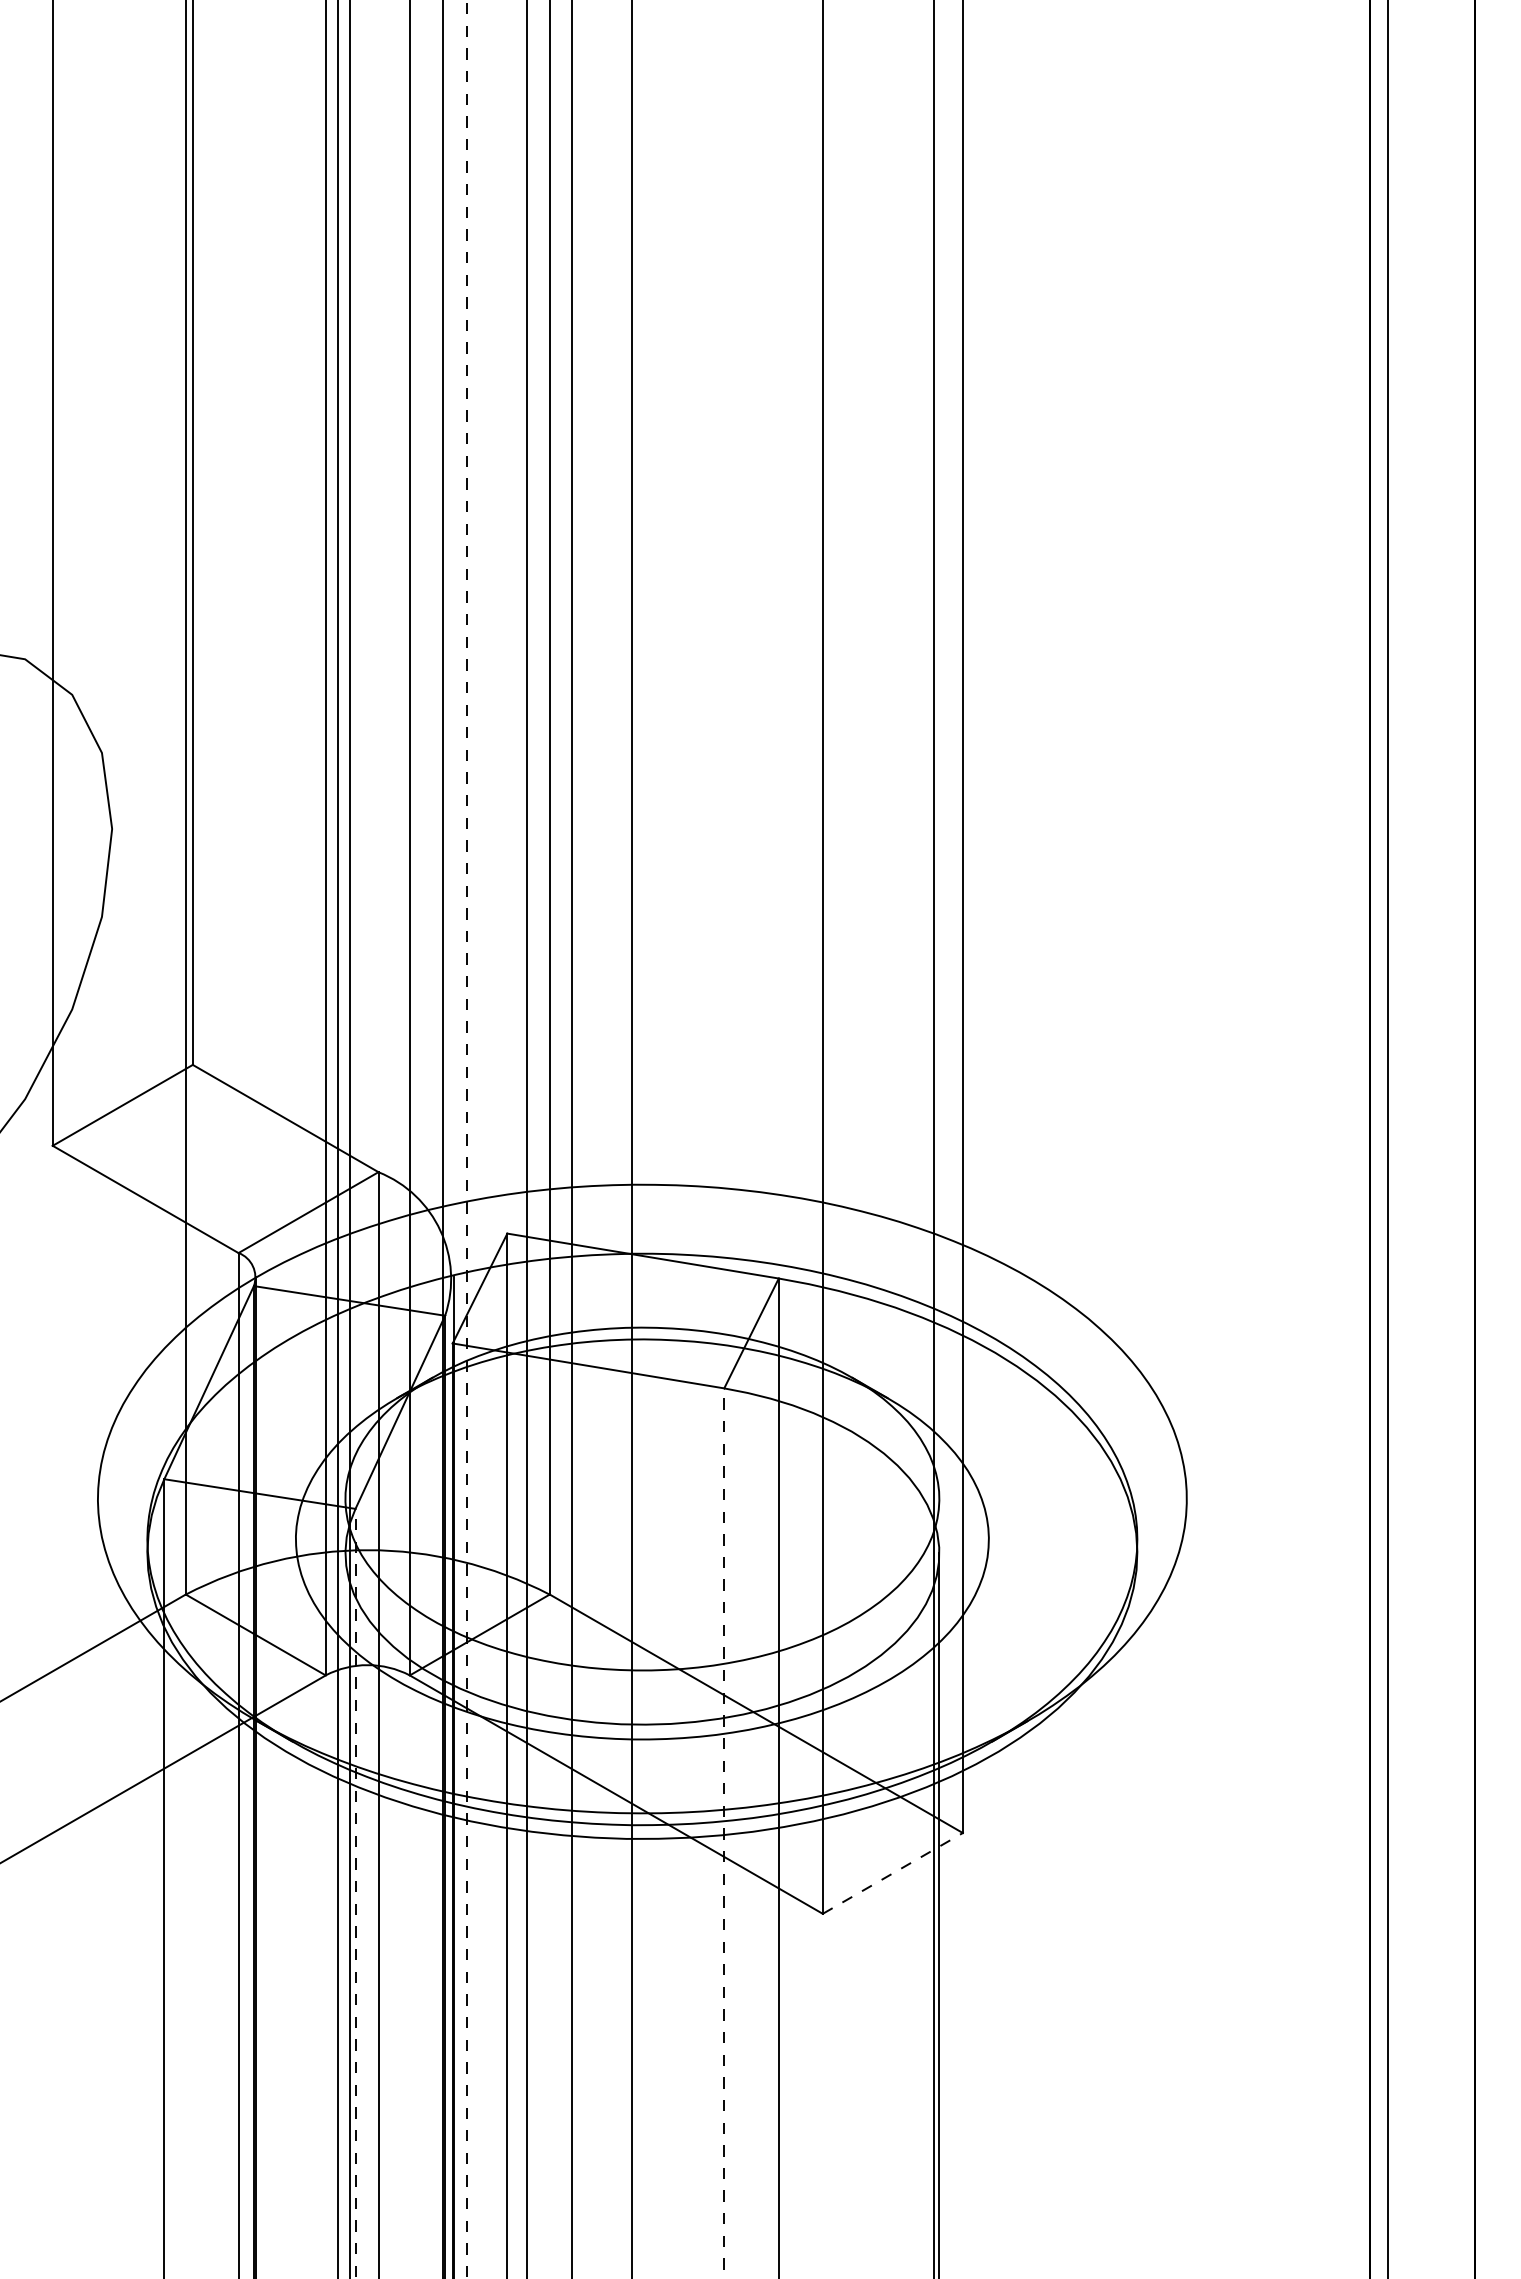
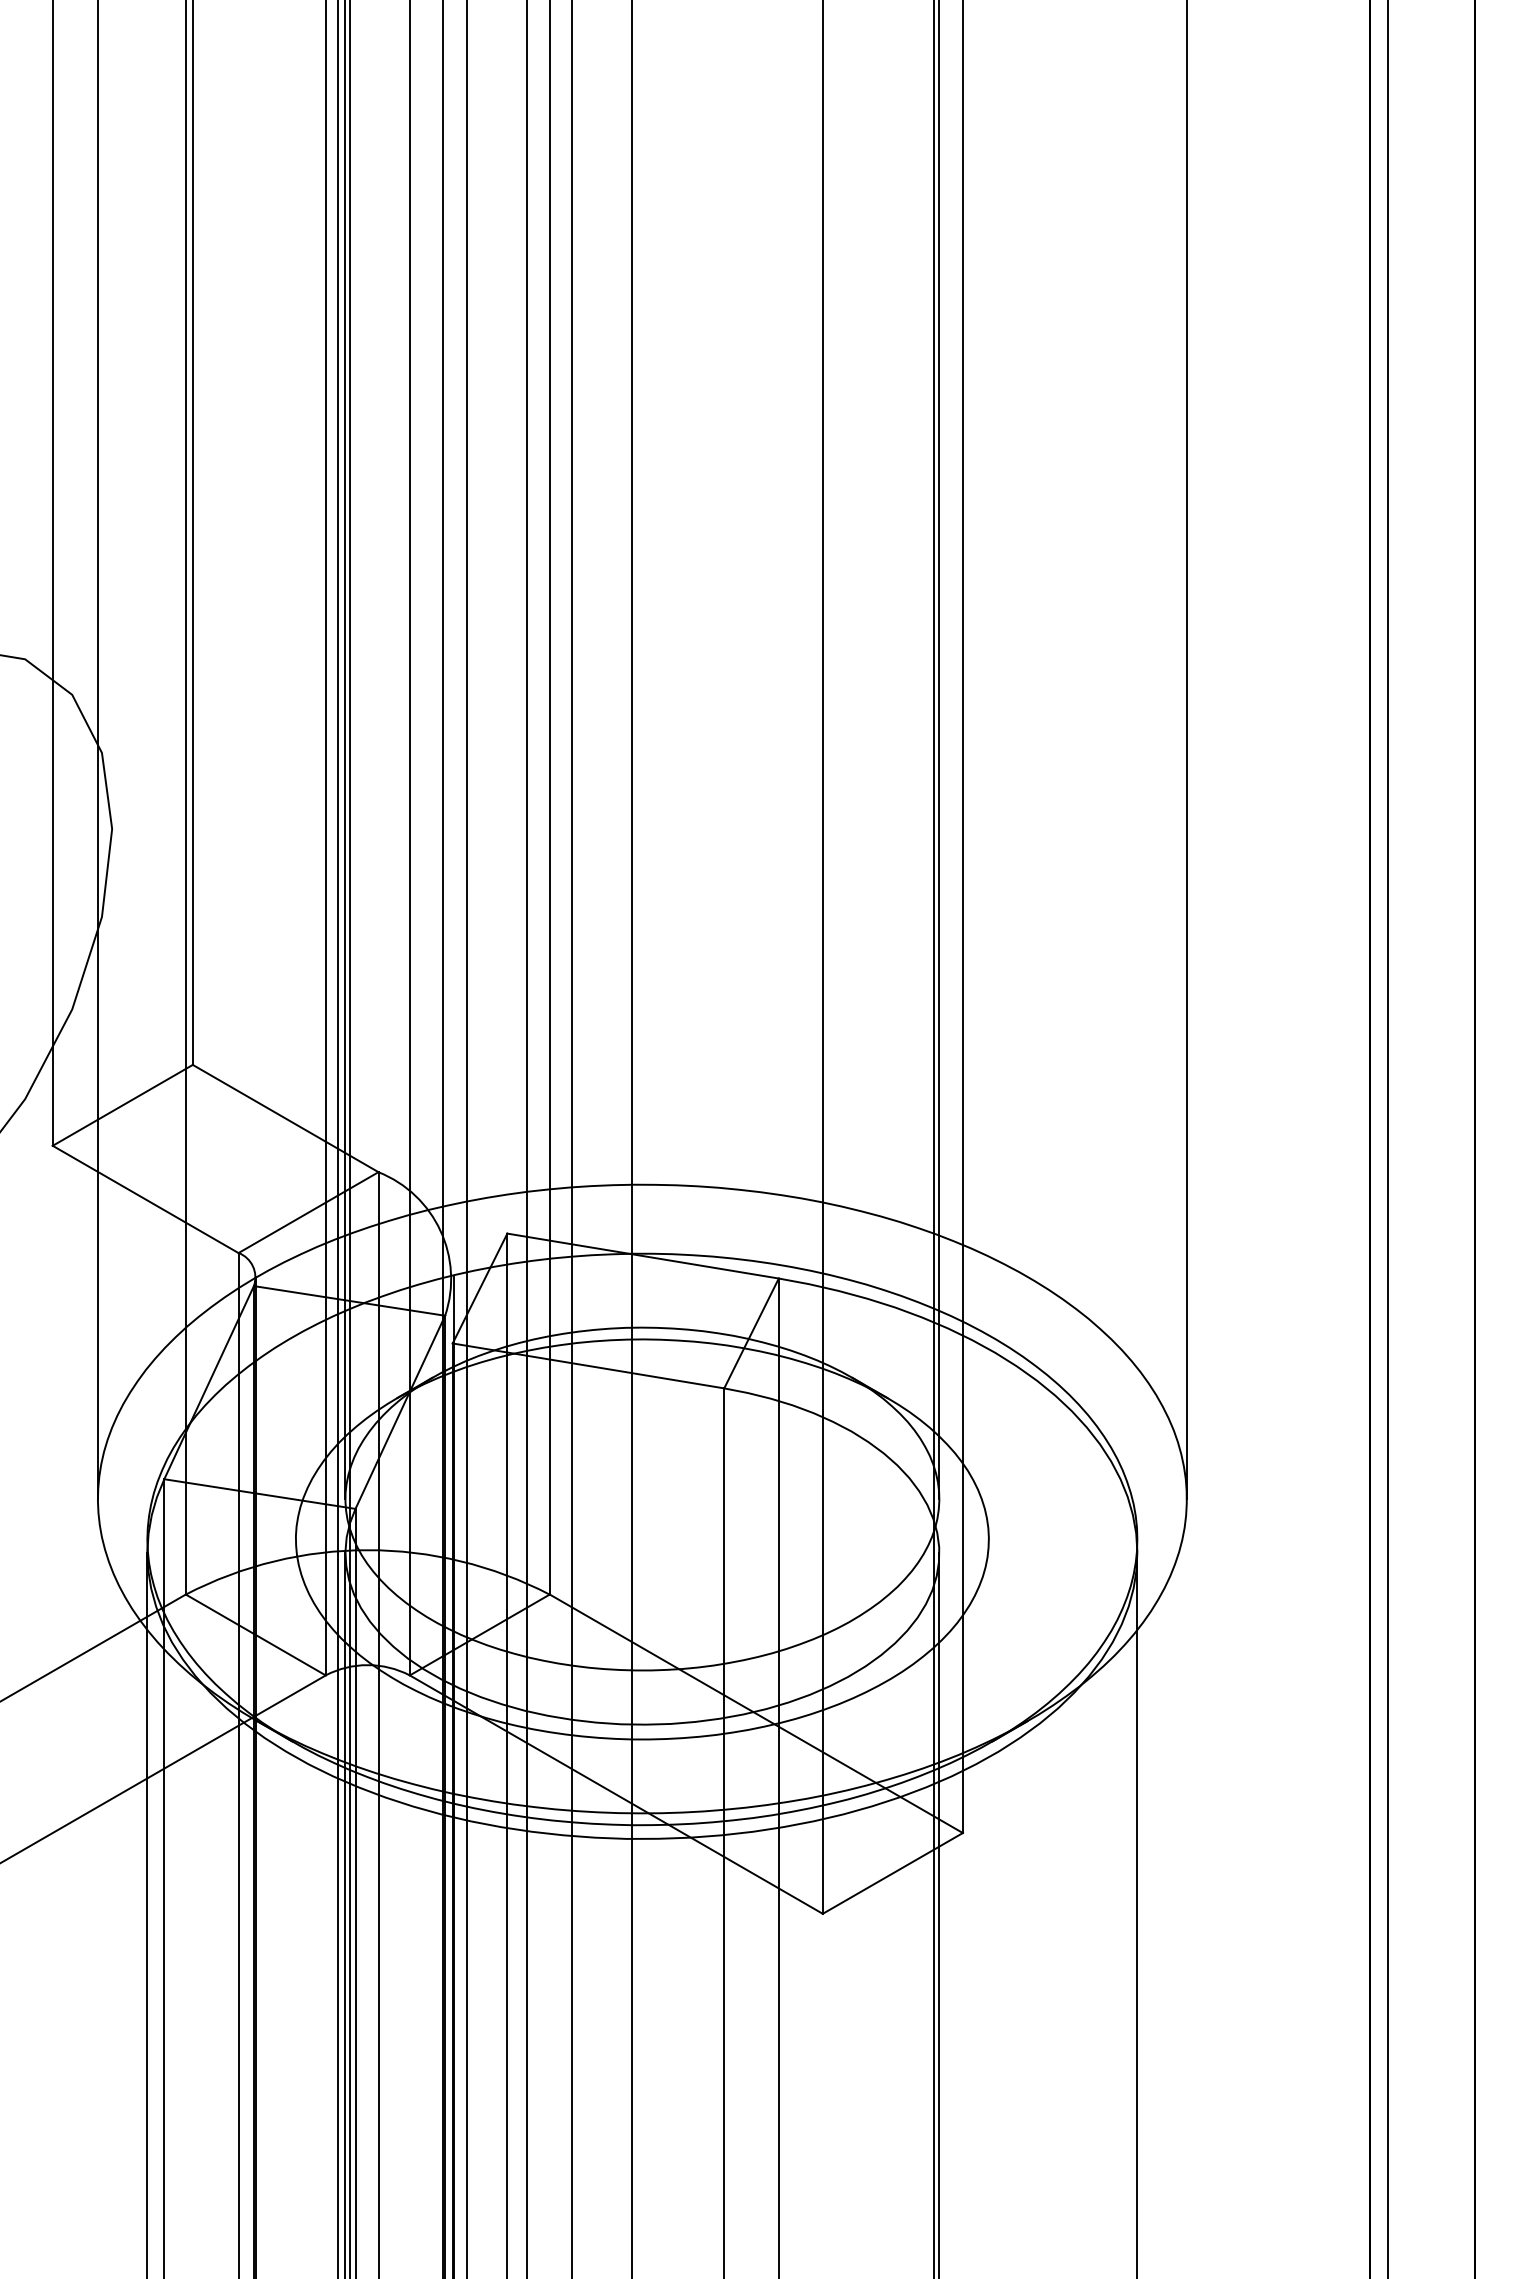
line at (97, 750): none -> present
line at (345, 750): none -> present
line at (939, 750): none -> present
line at (1186, 750): none -> present
line at (467, 1139): dashed -> solid
line at (724, 1833): dashed -> solid
line at (892, 1873): dashed -> solid
line at (355, 1893): dashed -> solid
line at (147, 1914): none -> present
line at (345, 1914): none -> present
line at (1137, 1914): none -> present
